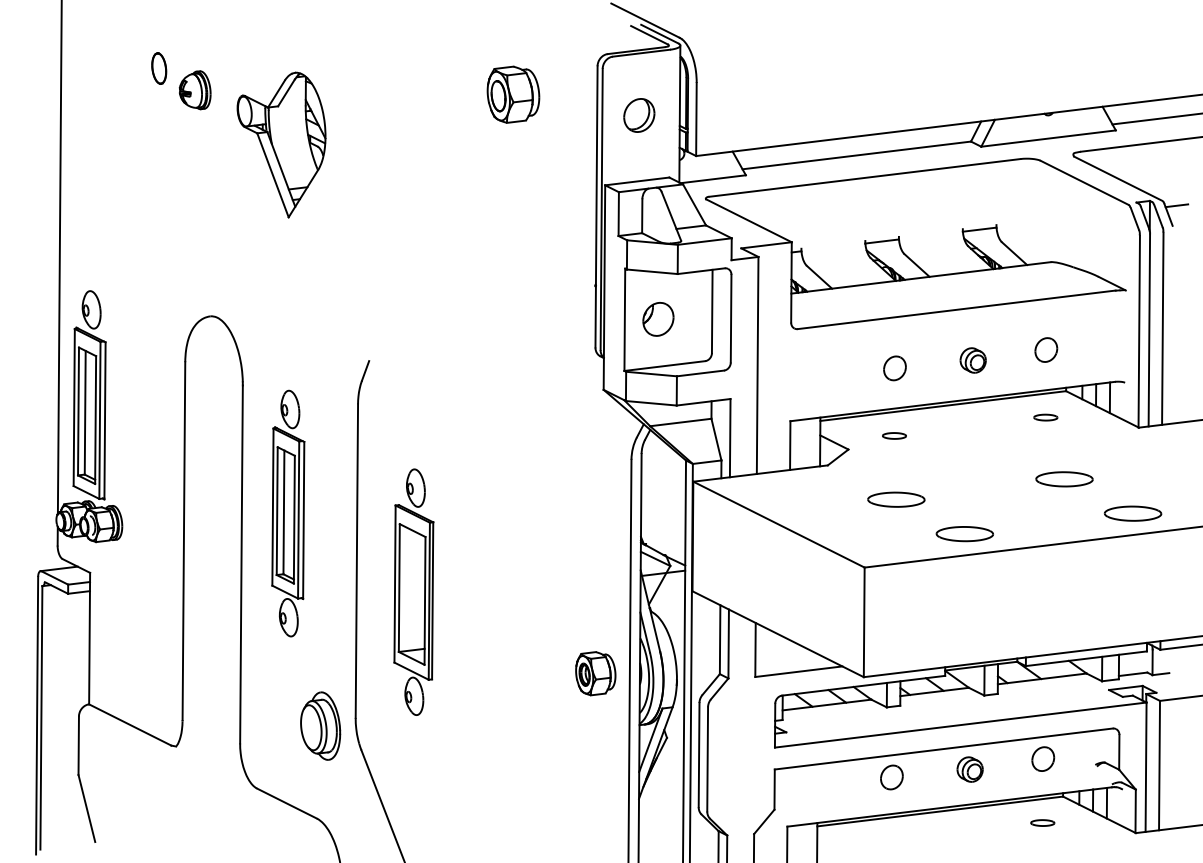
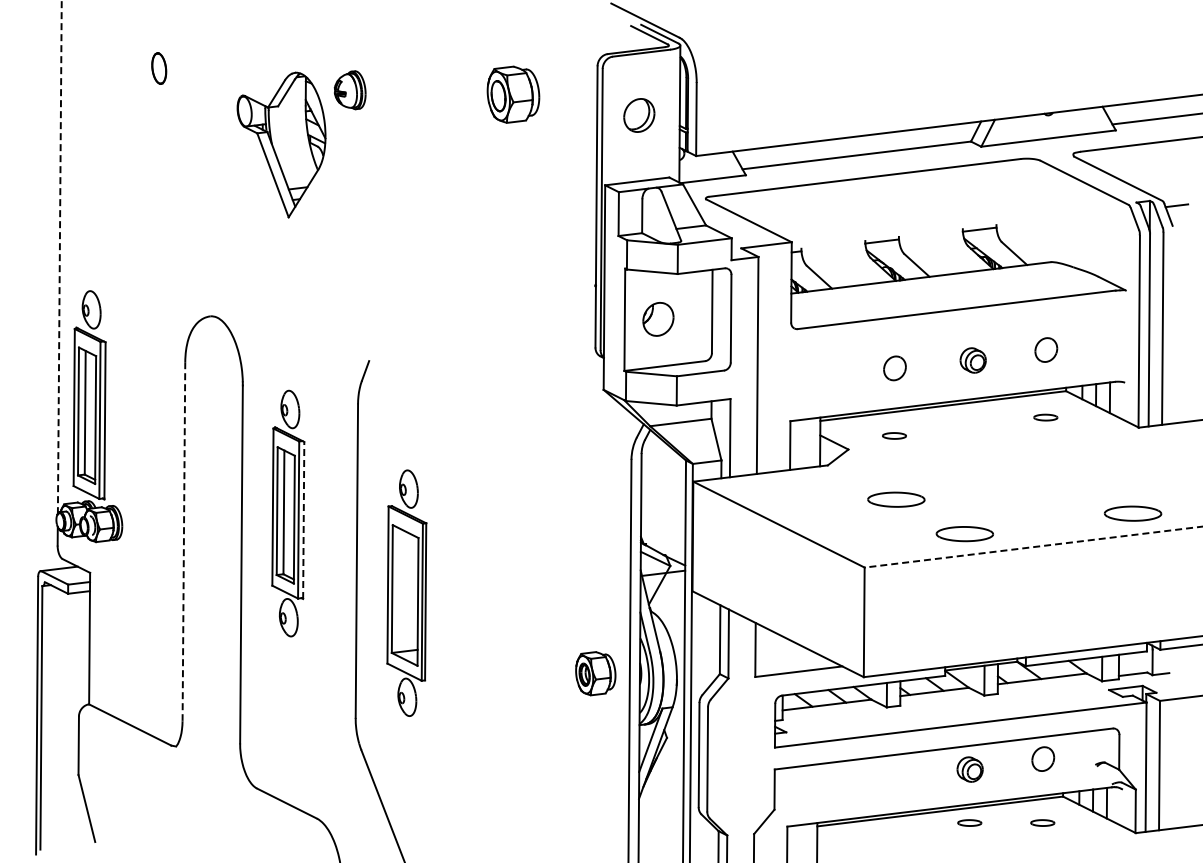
part at (194, 90) position: (194, 90) -> (349, 90)
line at (59, 257): solid -> dashed
part at (1064, 479): present -> none
line at (303, 520): solid -> dashed
line at (183, 541): solid -> dashed
line at (1033, 547): solid -> dashed
part at (413, 591) position: (413, 591) -> (406, 592)
part at (320, 725): present -> none
part at (891, 777): present -> none
part at (969, 822): none -> present
